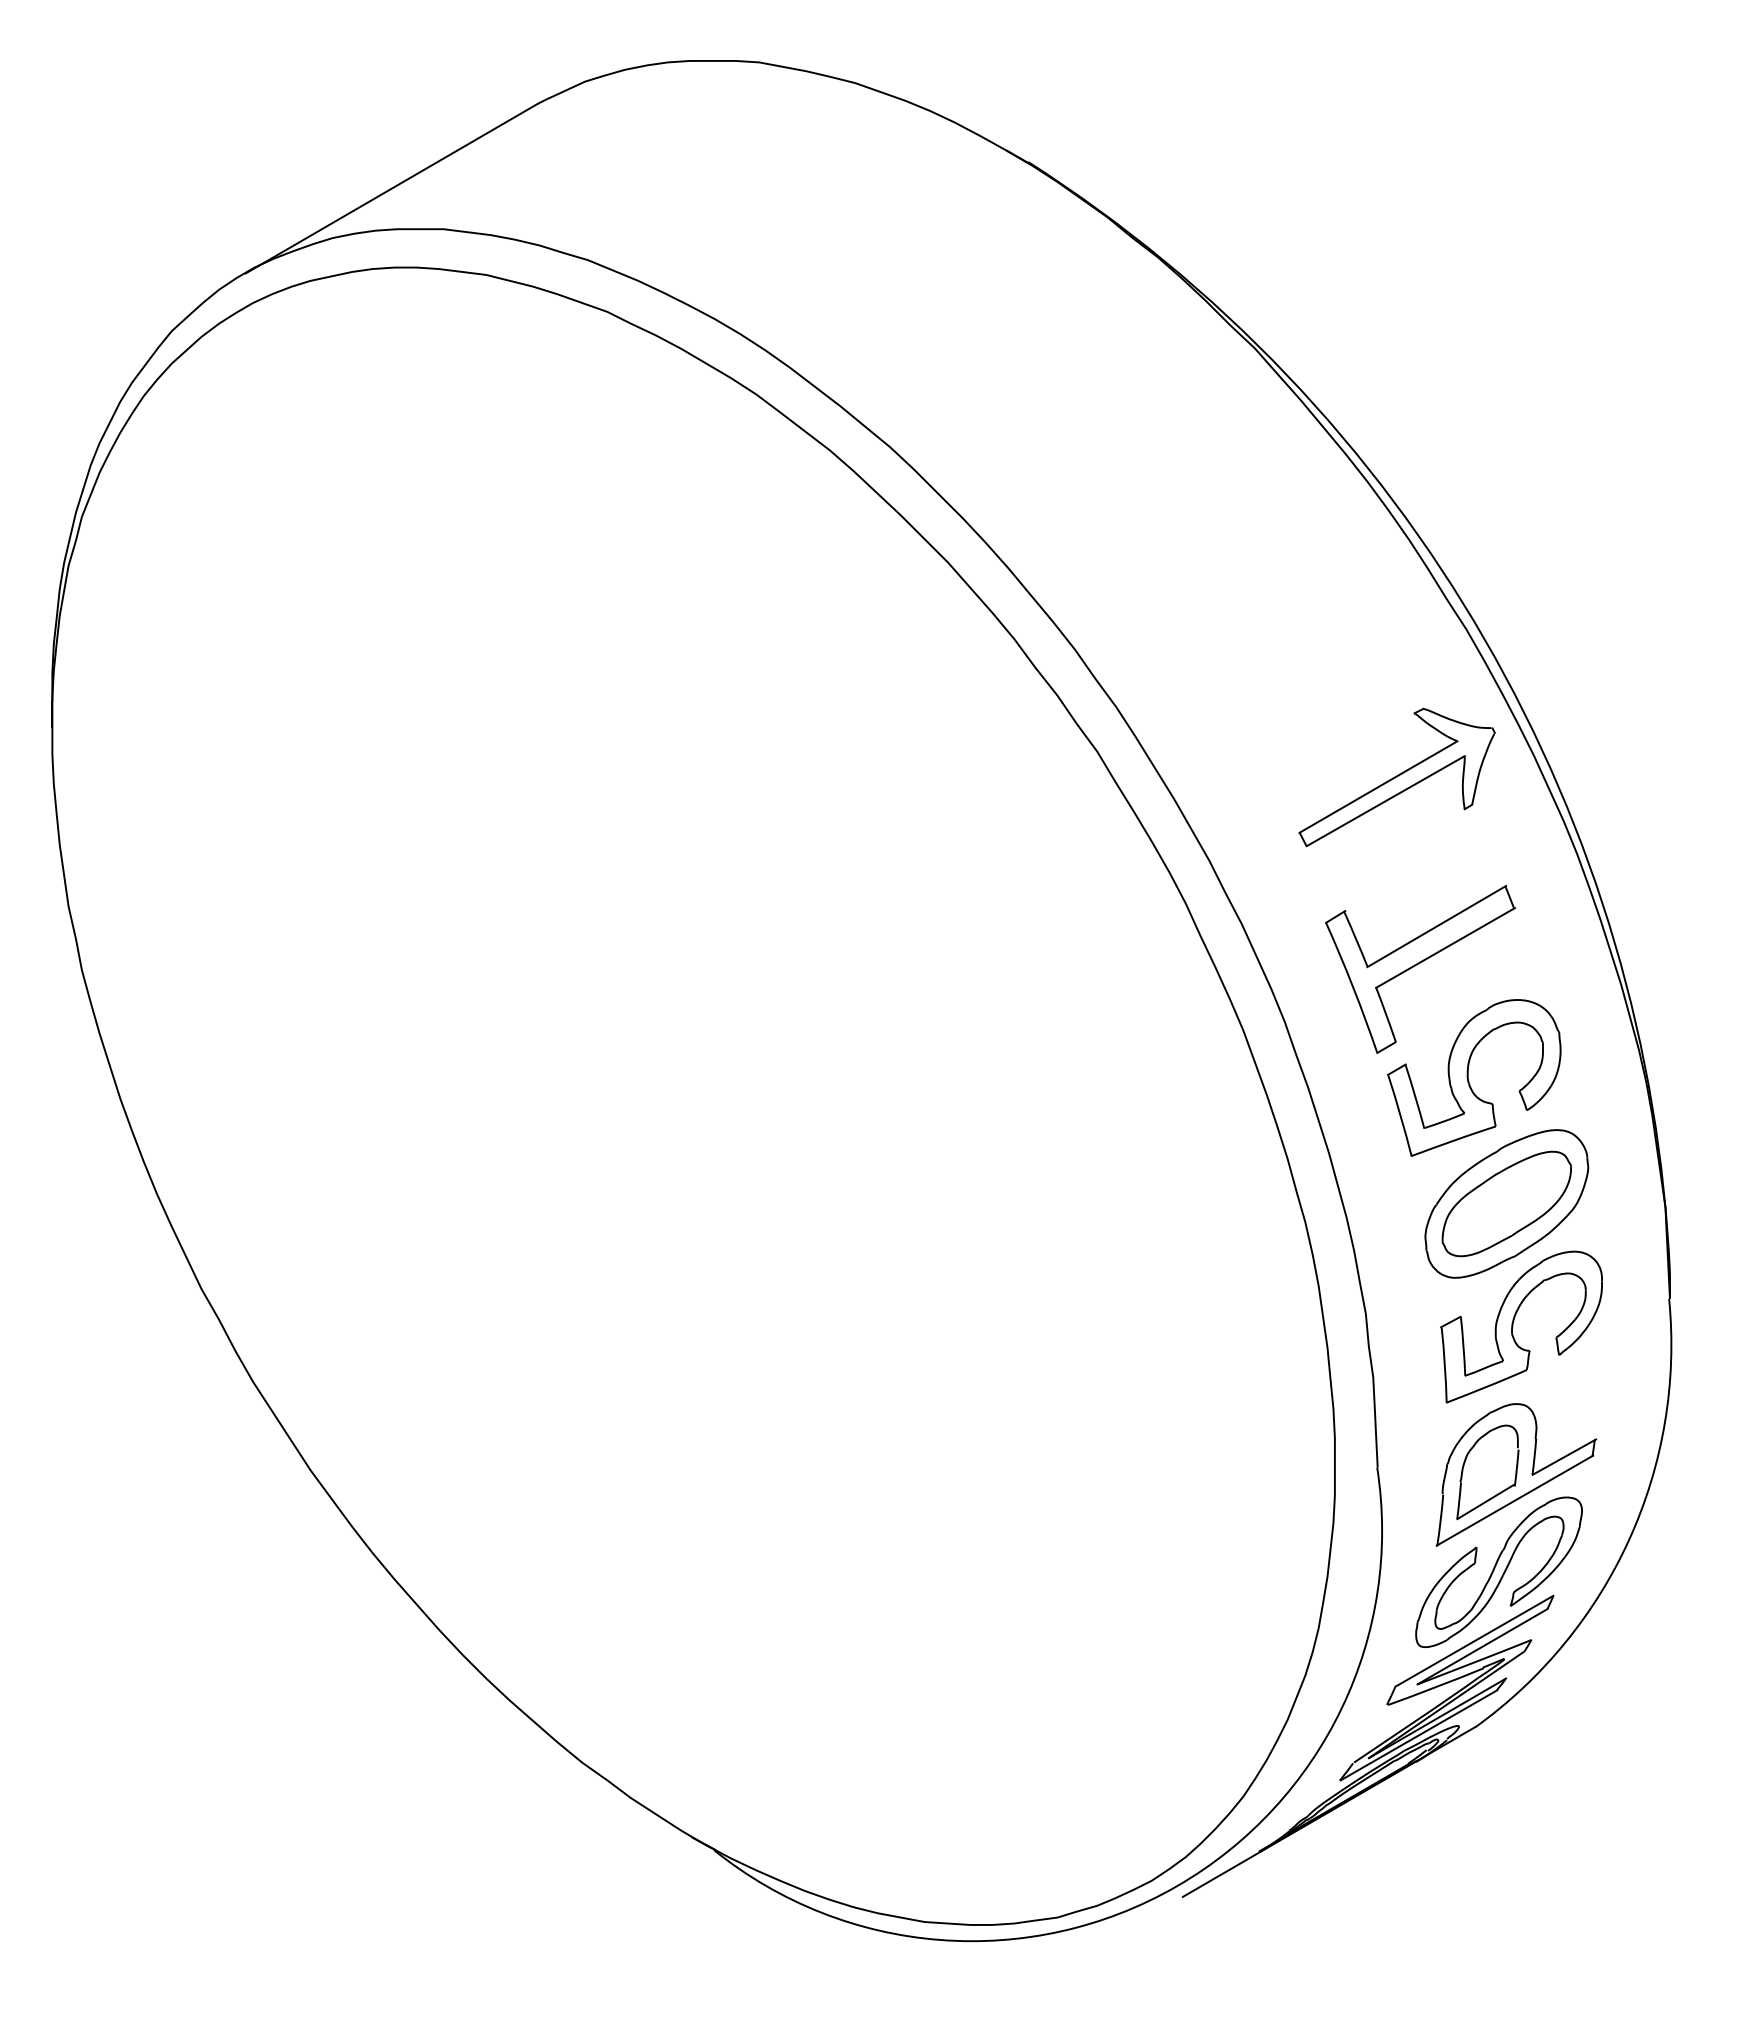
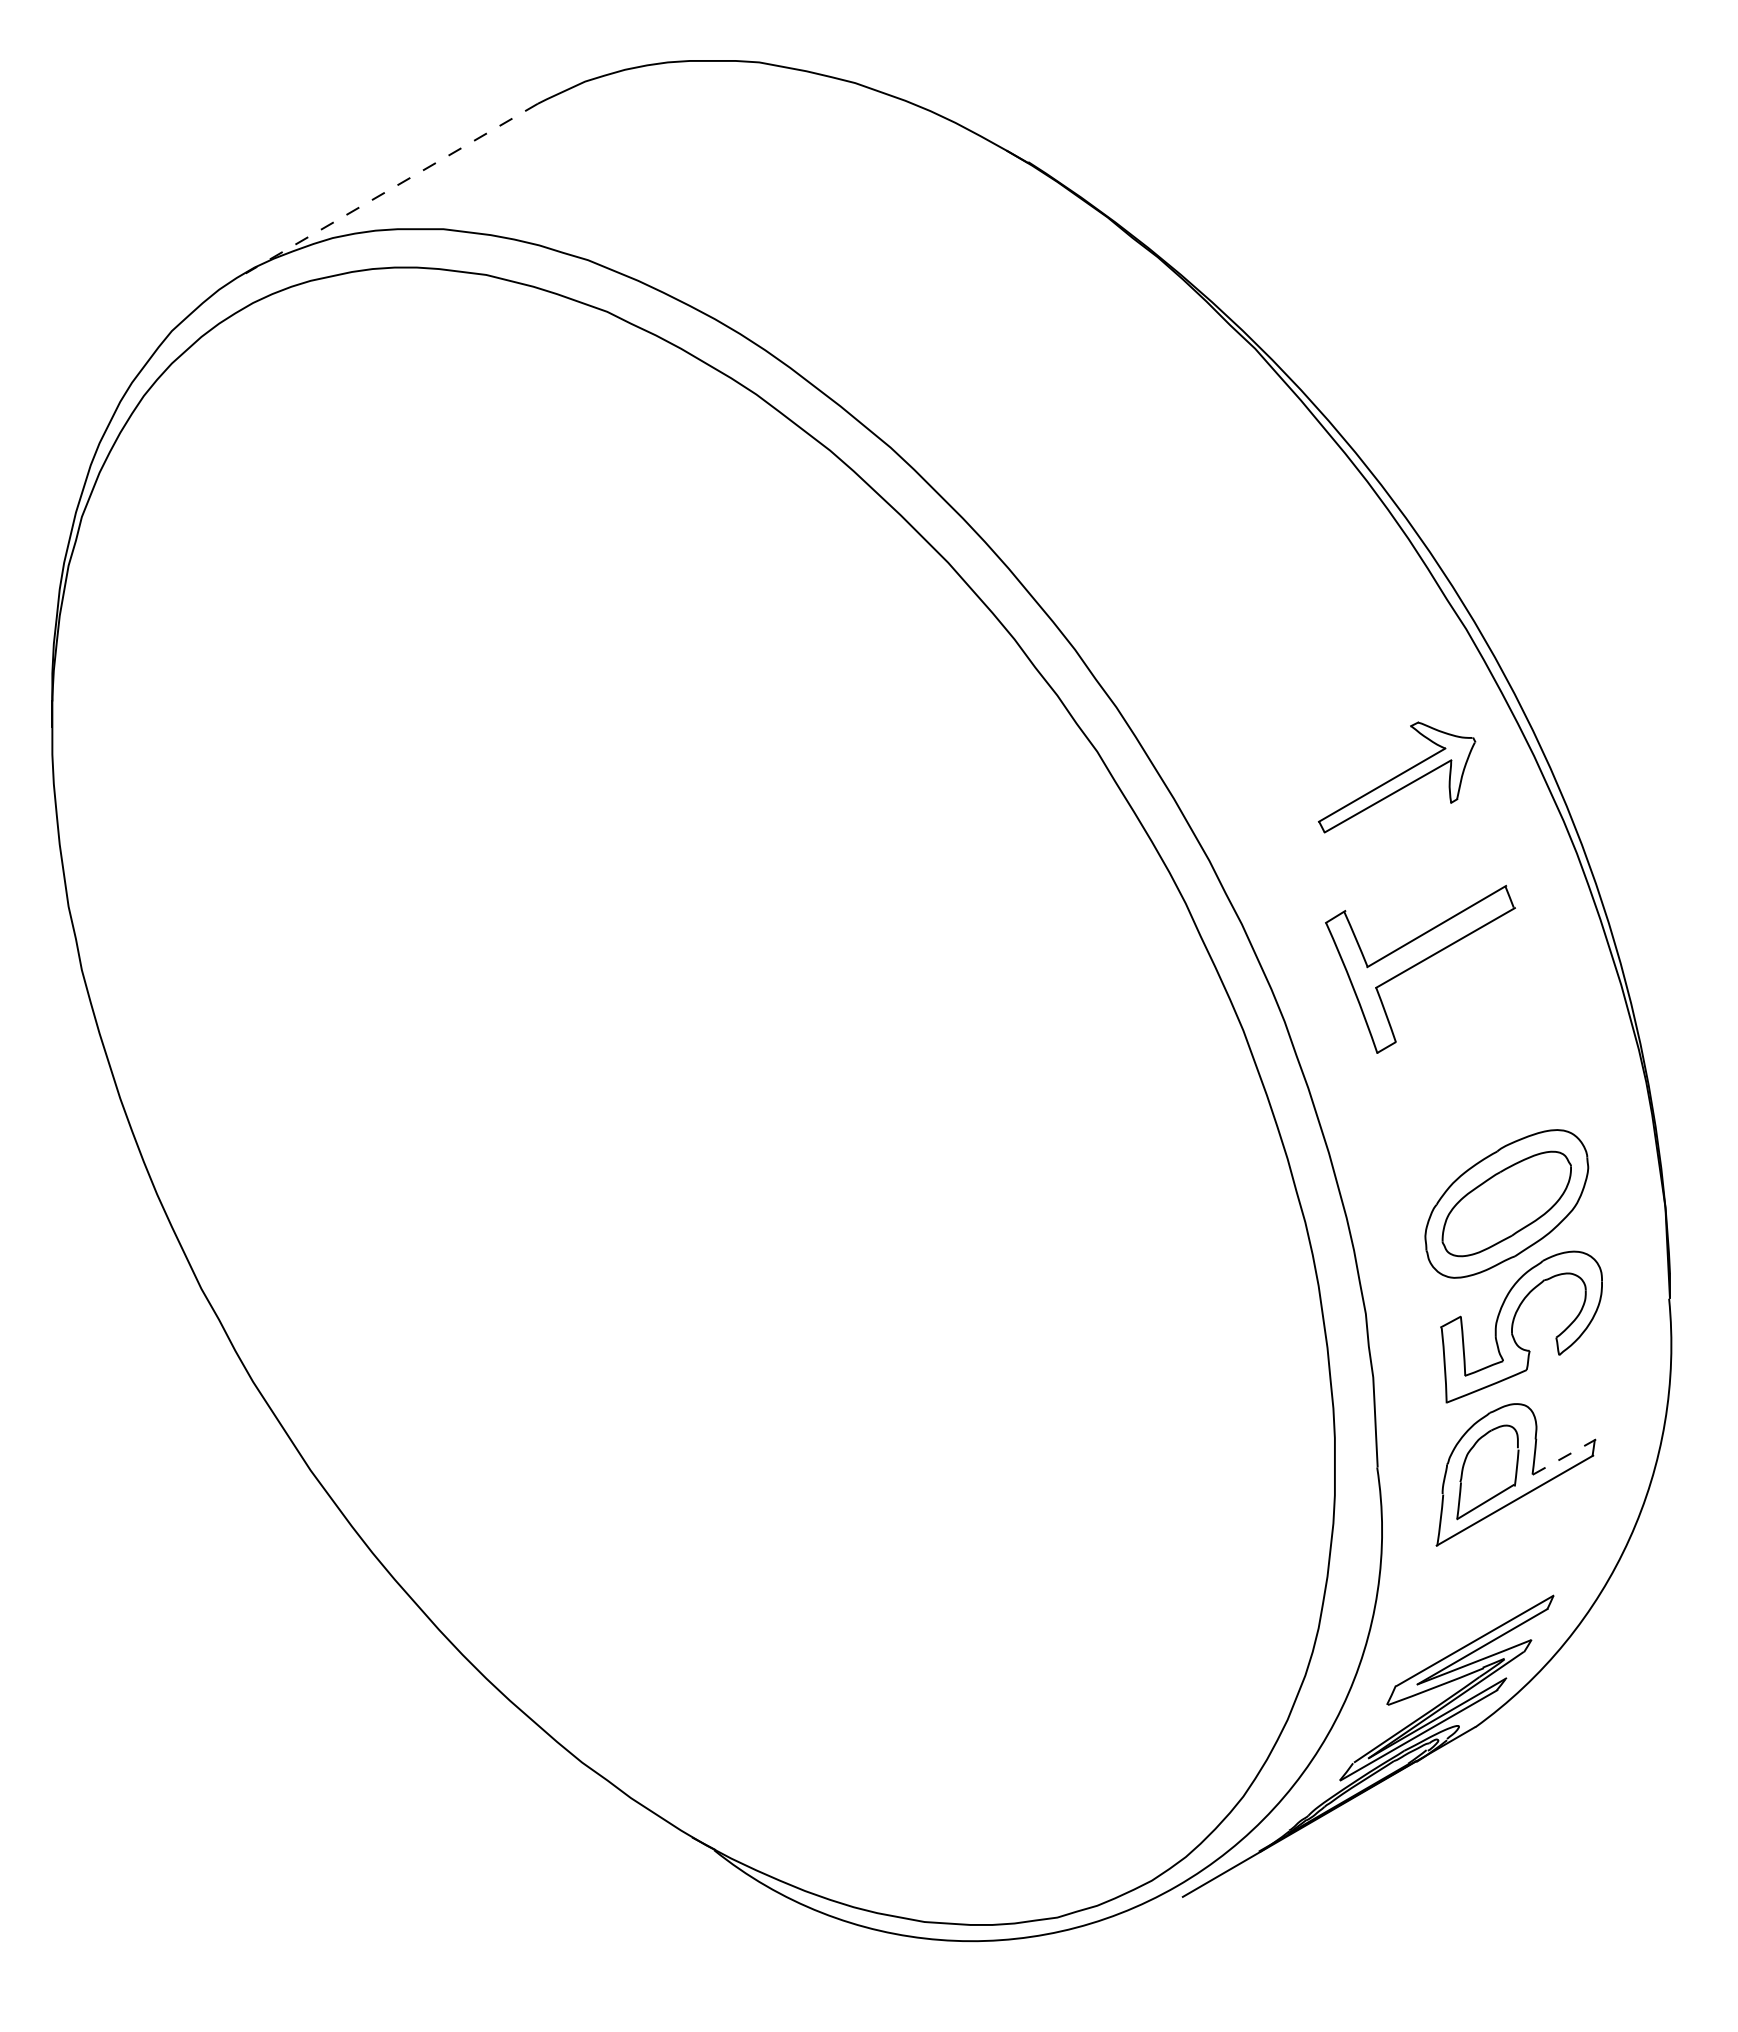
line at (391, 188): solid -> dashed
part at (1396, 777) size: 198x141 px -> 160x113 px
part at (1474, 1077): present -> none
line at (1564, 1456): solid -> dashed
part at (1498, 1571): present -> none
